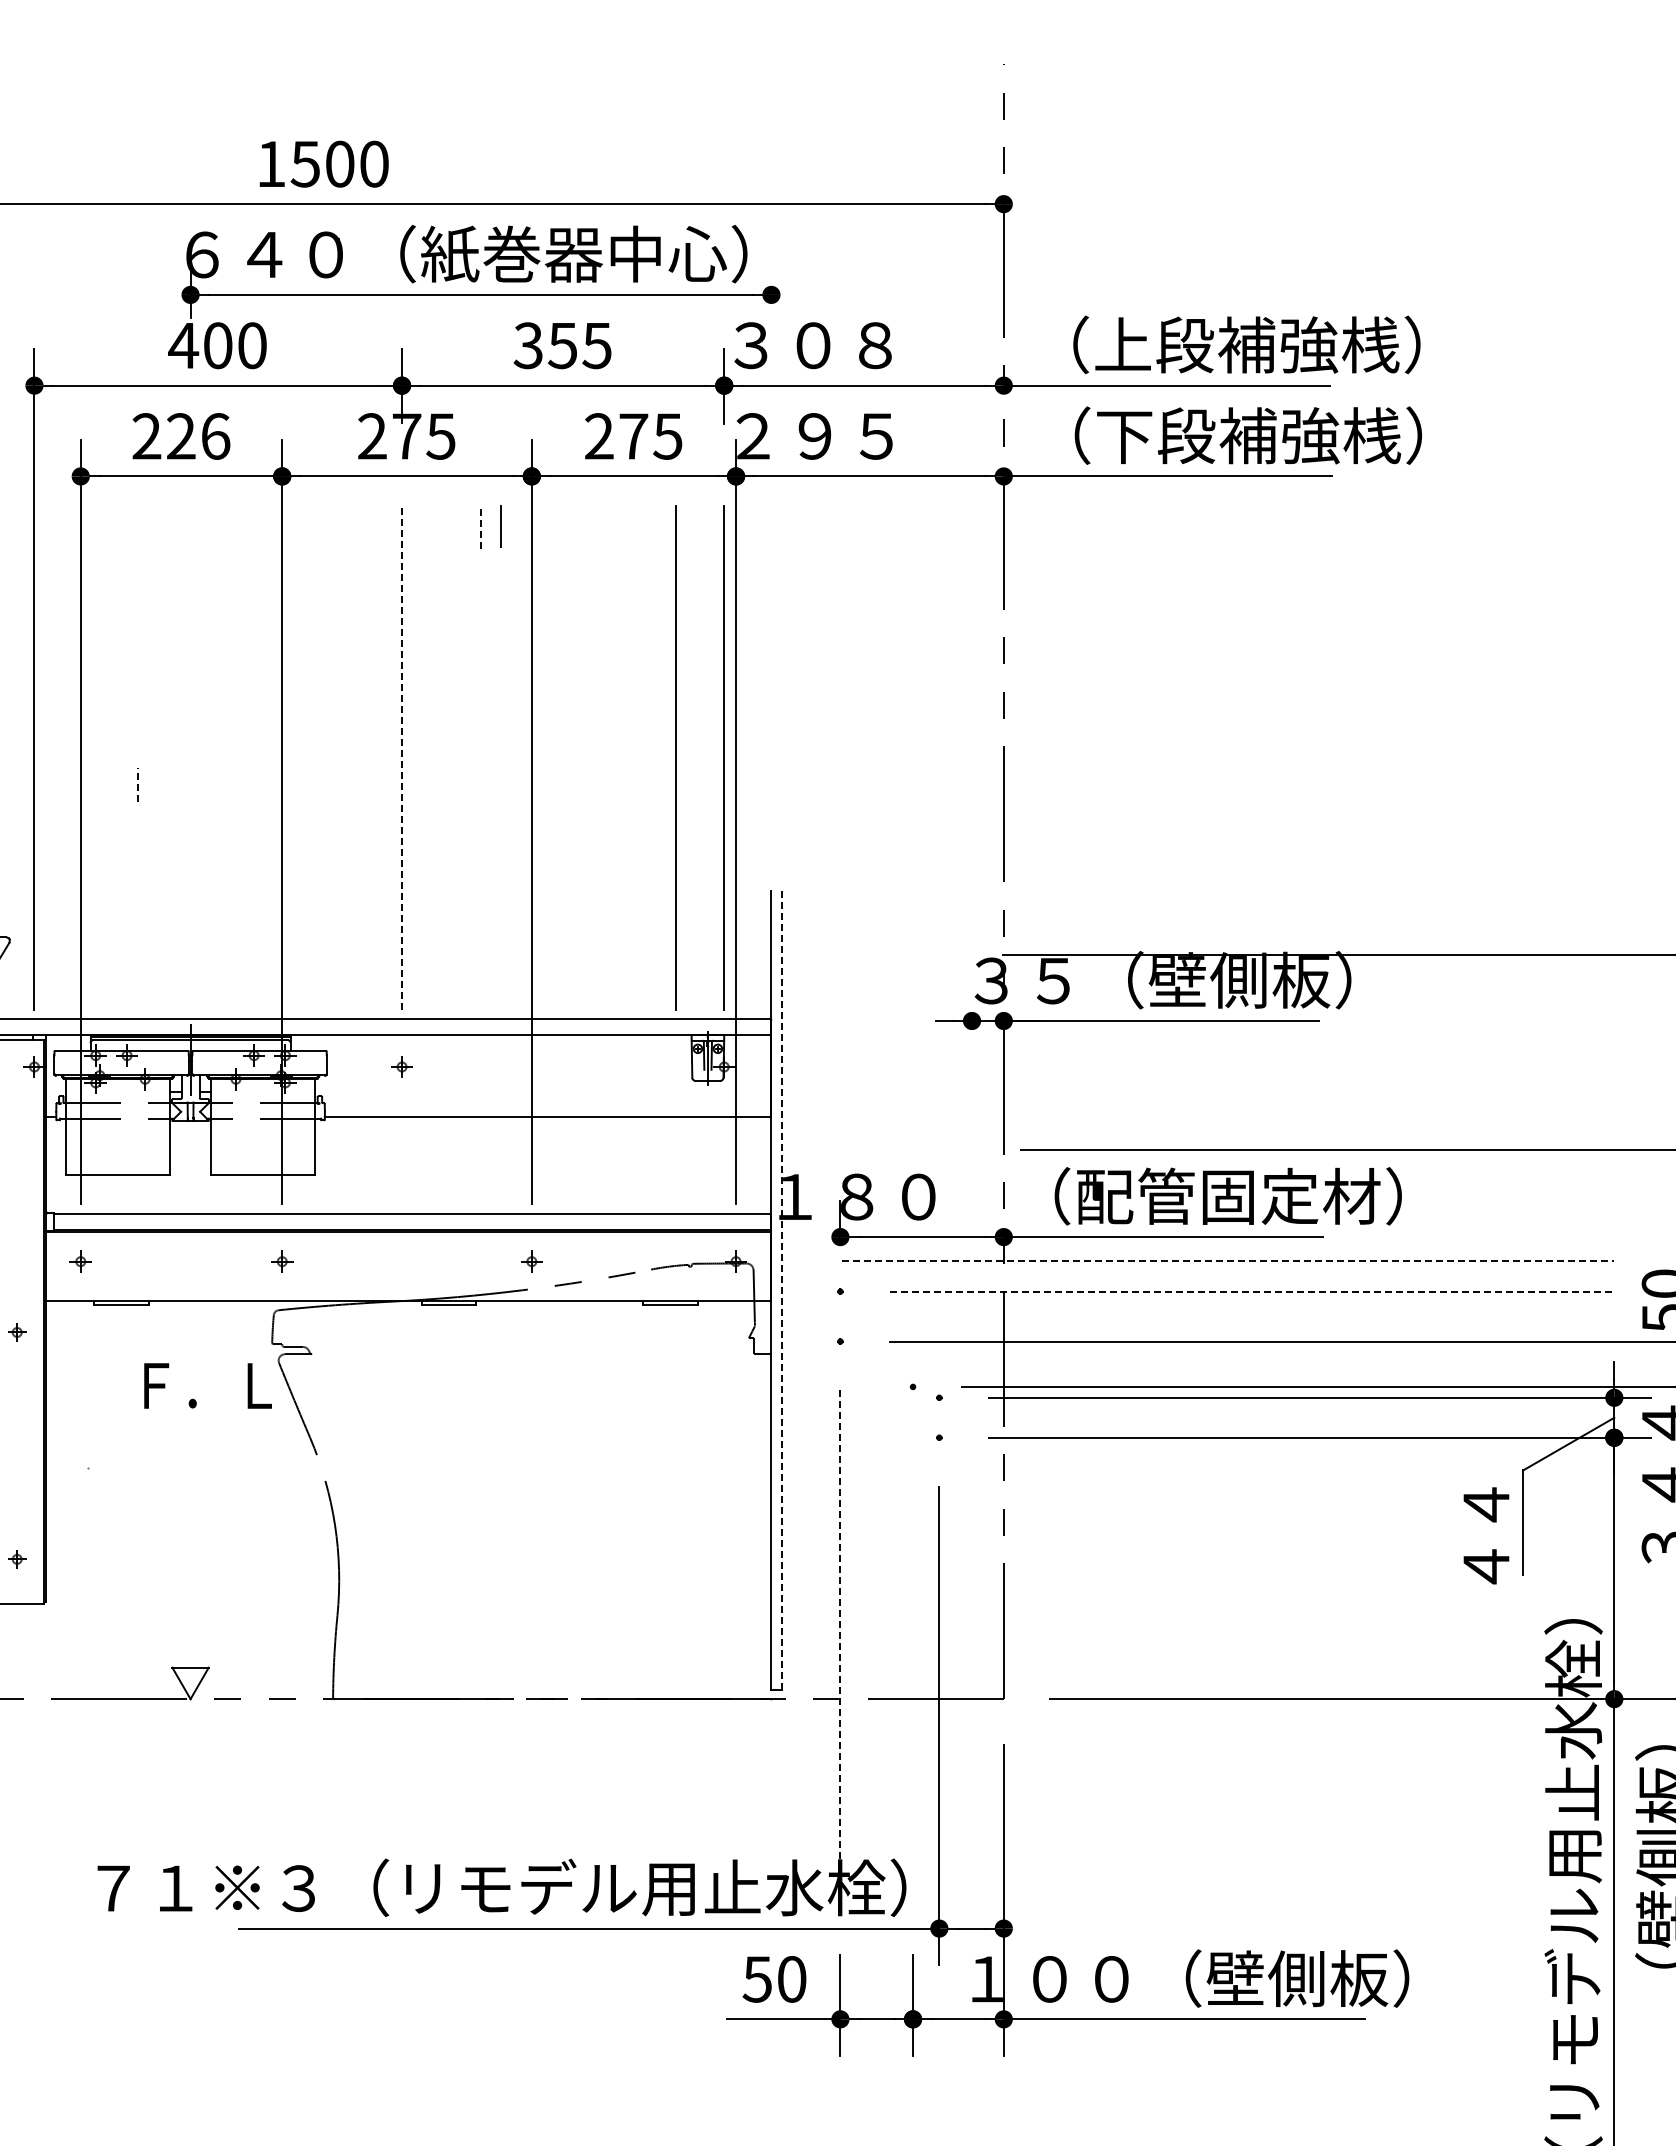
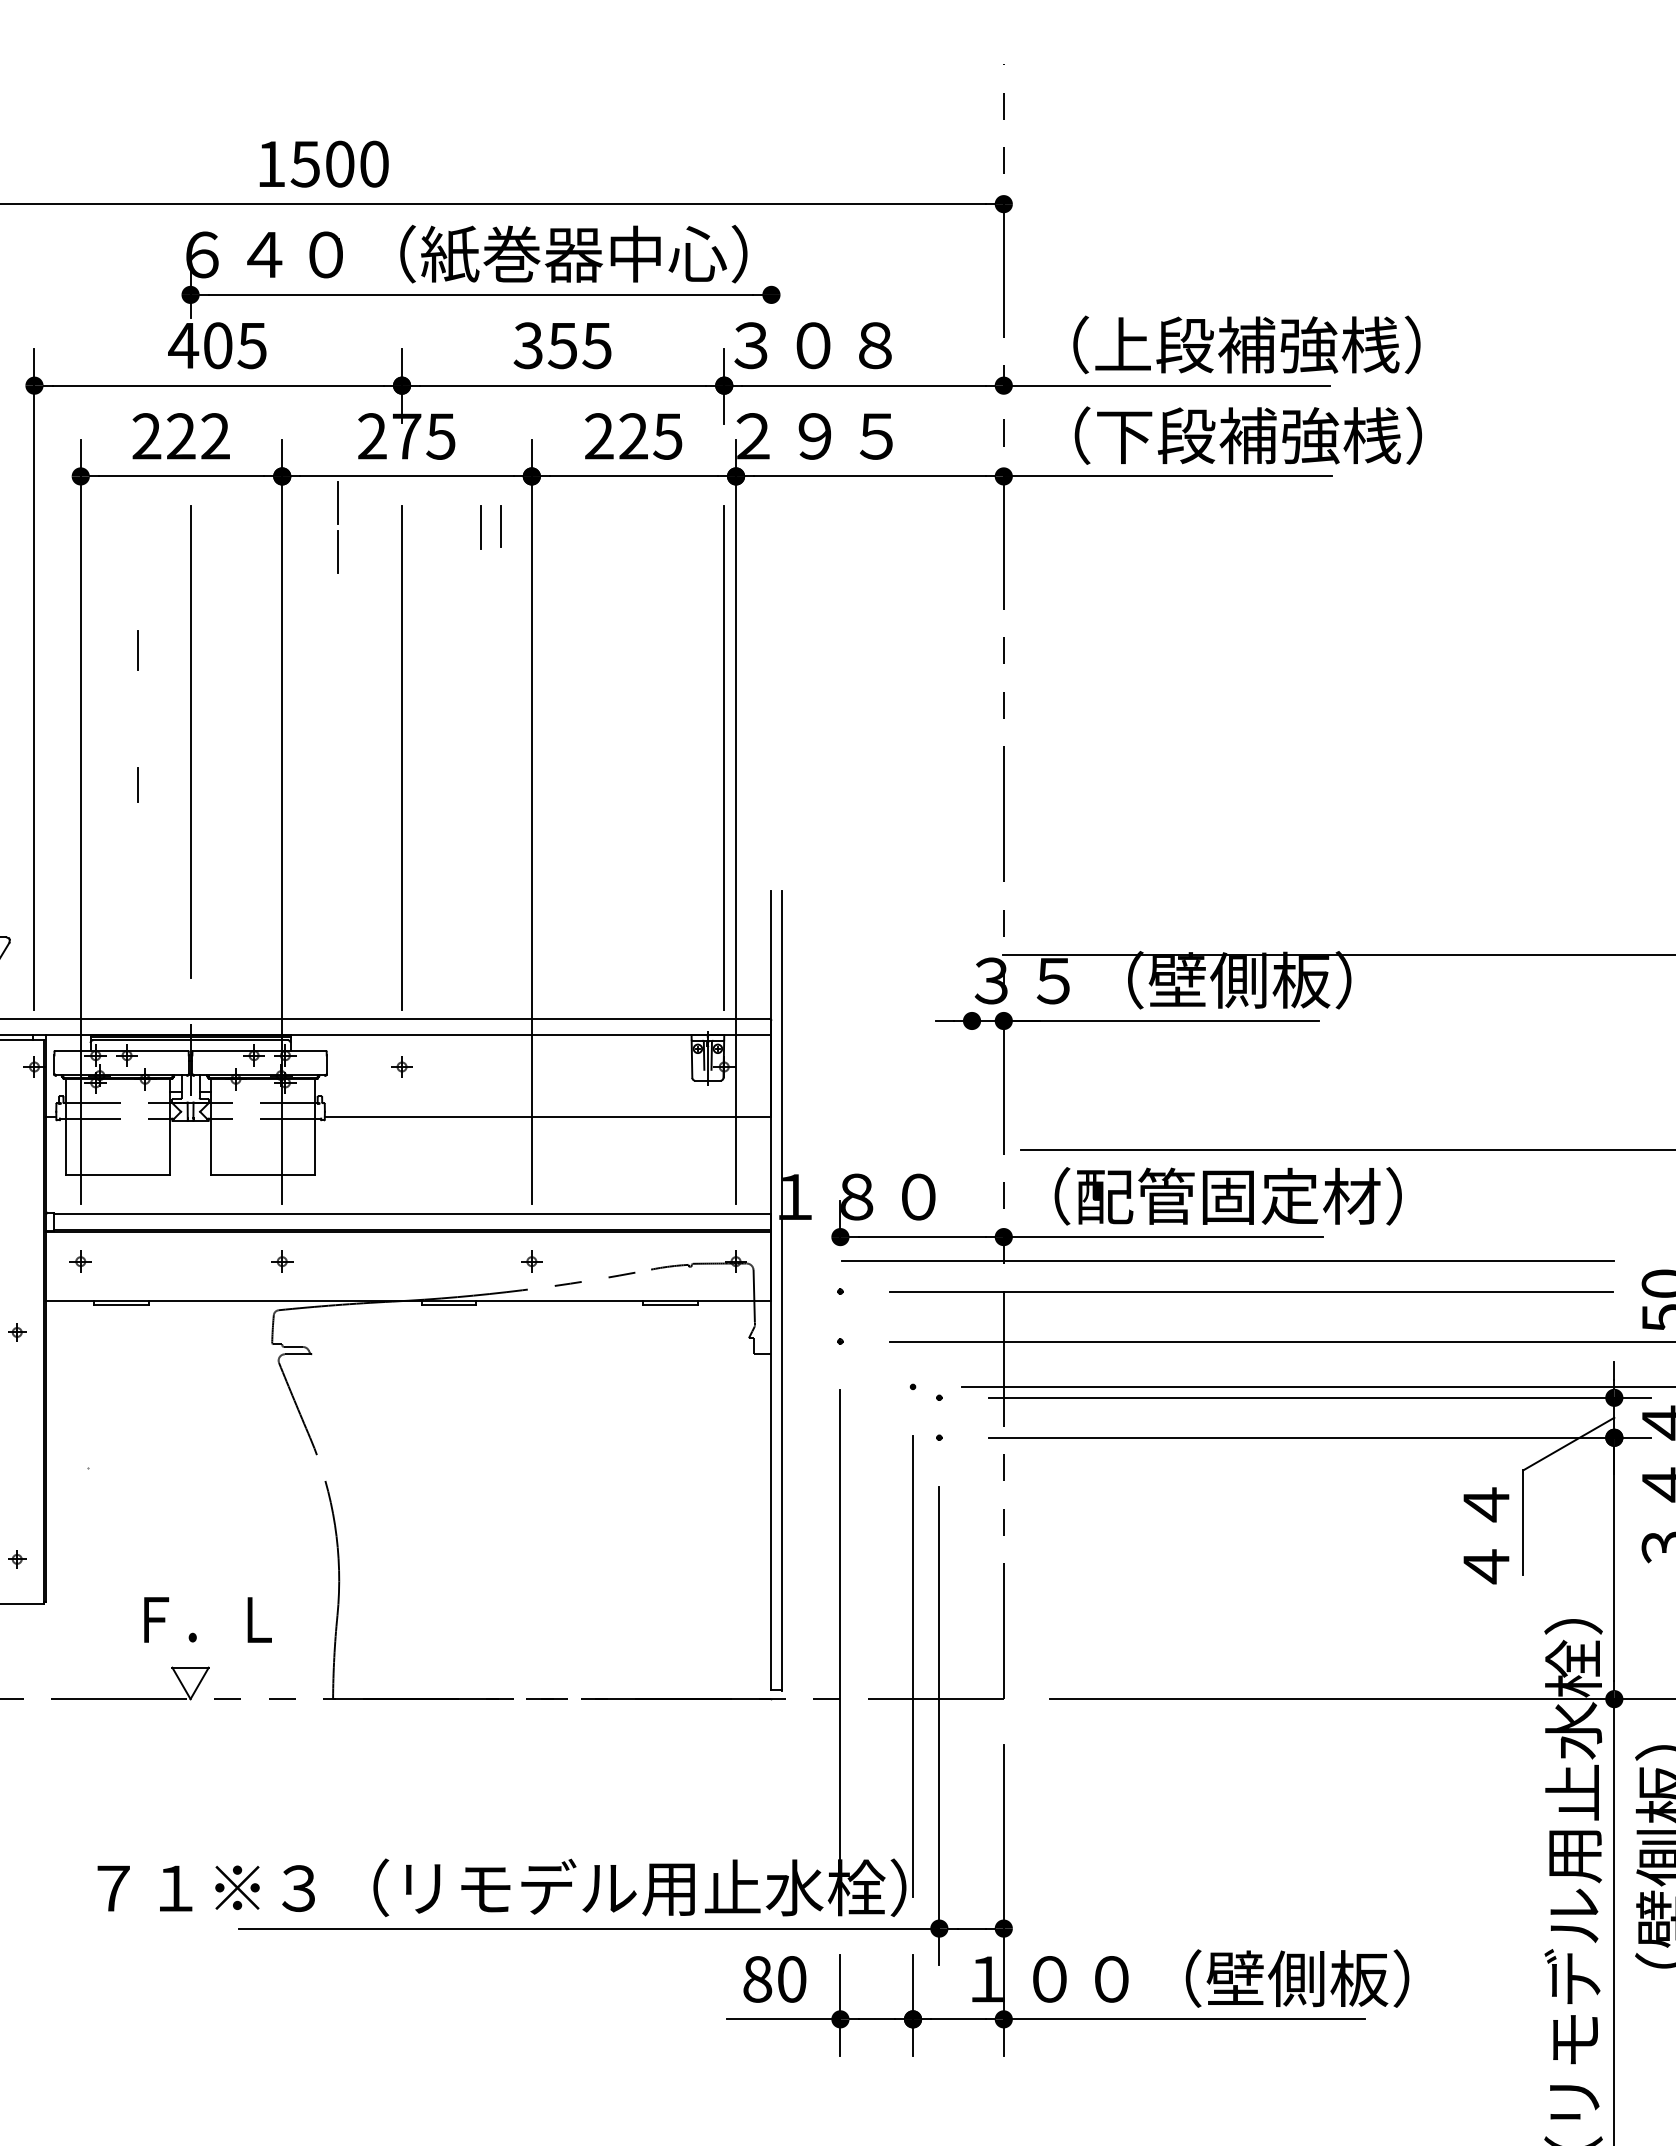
text at (251, 345): 400 -> 405
text at (215, 436): 226 -> 222
text at (633, 436): 275 -> 225
line at (337, 502): none -> present
line at (481, 527): dashed -> solid
line at (337, 552): none -> present
line at (137, 650): none -> present
line at (190, 741): none -> present
line at (402, 757): dashed -> solid
line at (675, 757): present -> none
line at (137, 784): dashed -> solid
line at (1228, 1261): dashed -> solid
line at (782, 1290): dashed -> solid
line at (1251, 1291): dashed -> solid
text at (207, 1385) position: (207, 1385) -> (207, 1619)
line at (840, 1643): dashed -> solid
line at (913, 1666): none -> present
text at (757, 1979): 50 -> 80
